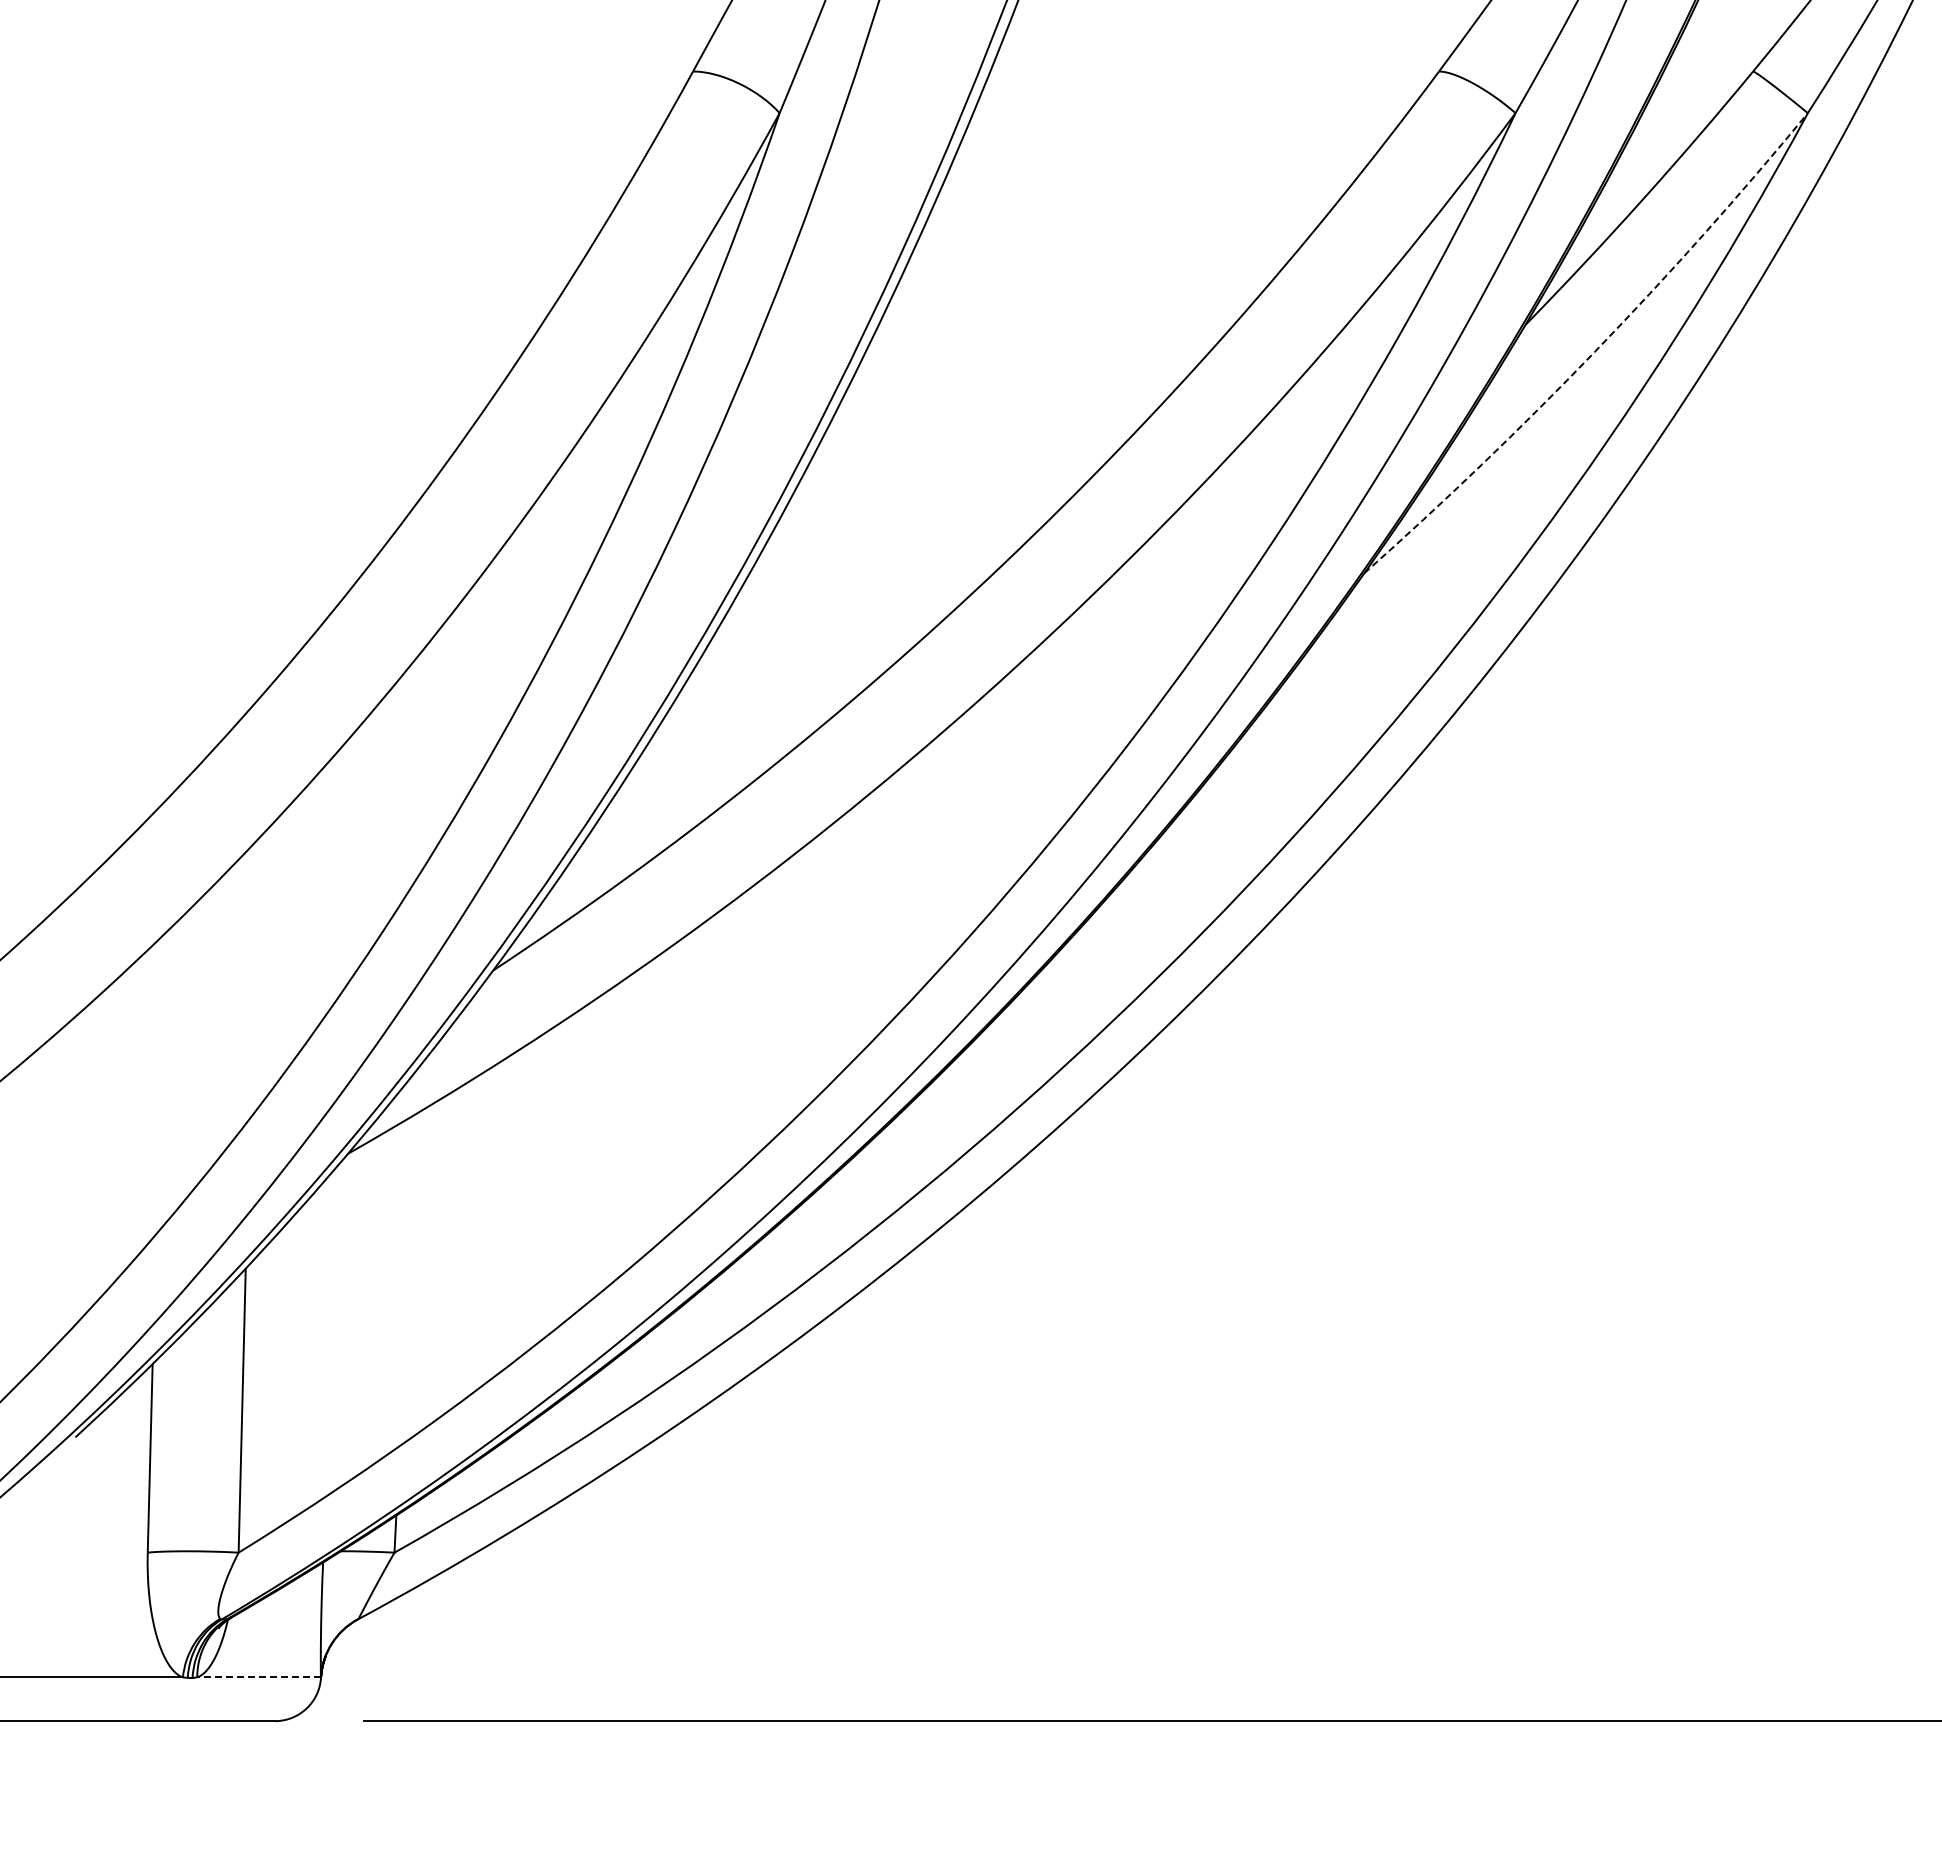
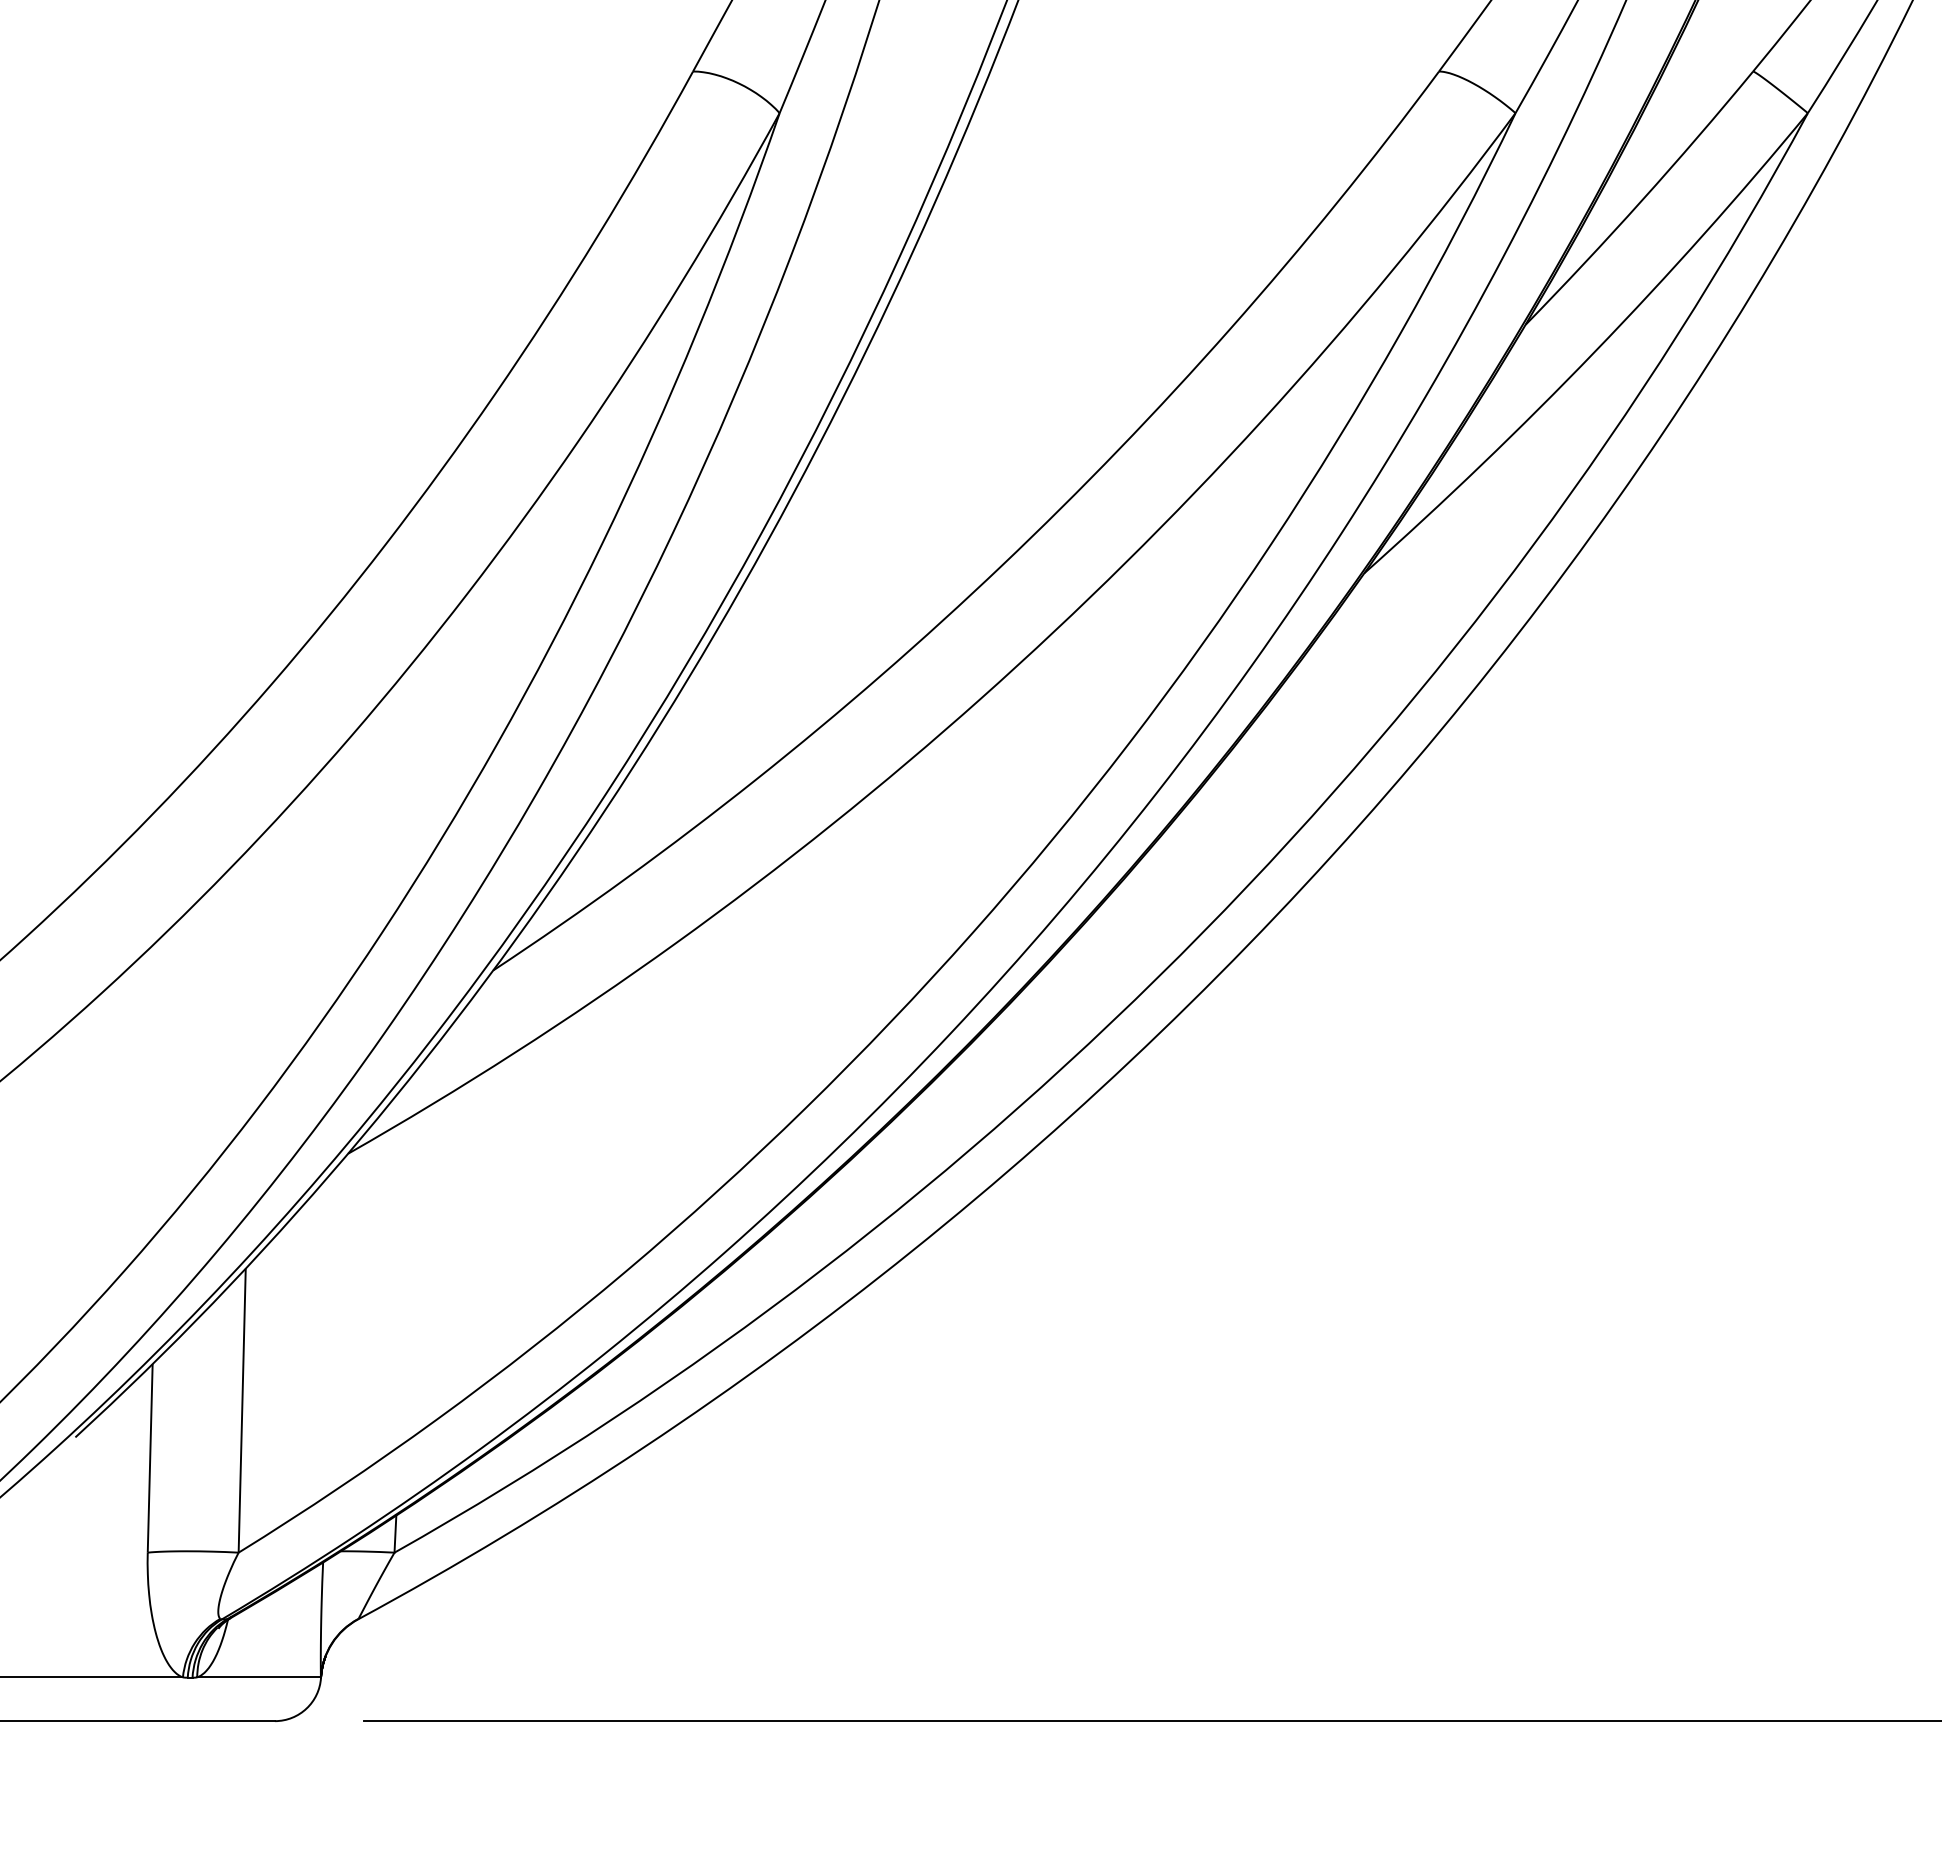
arc at (1595, 351): dashed -> solid
line at (259, 1677): dashed -> solid
